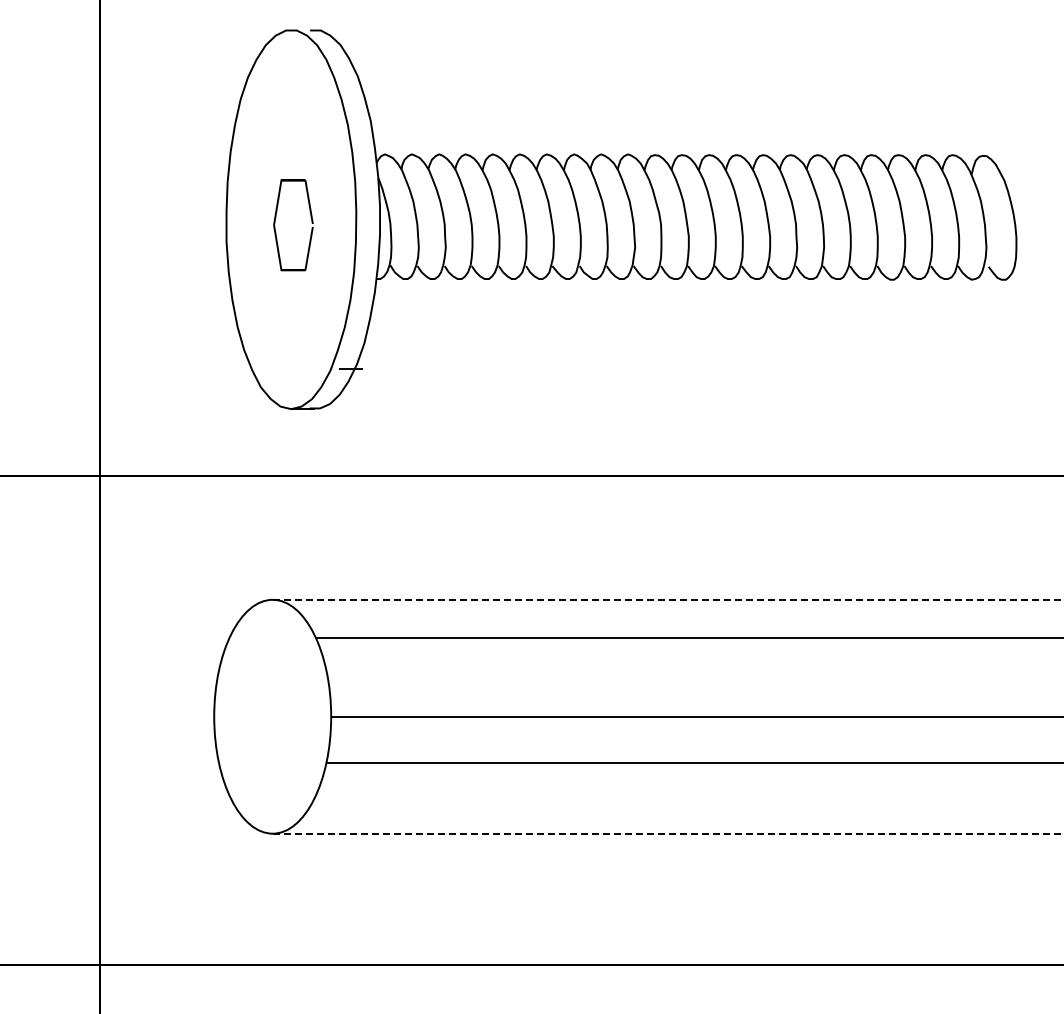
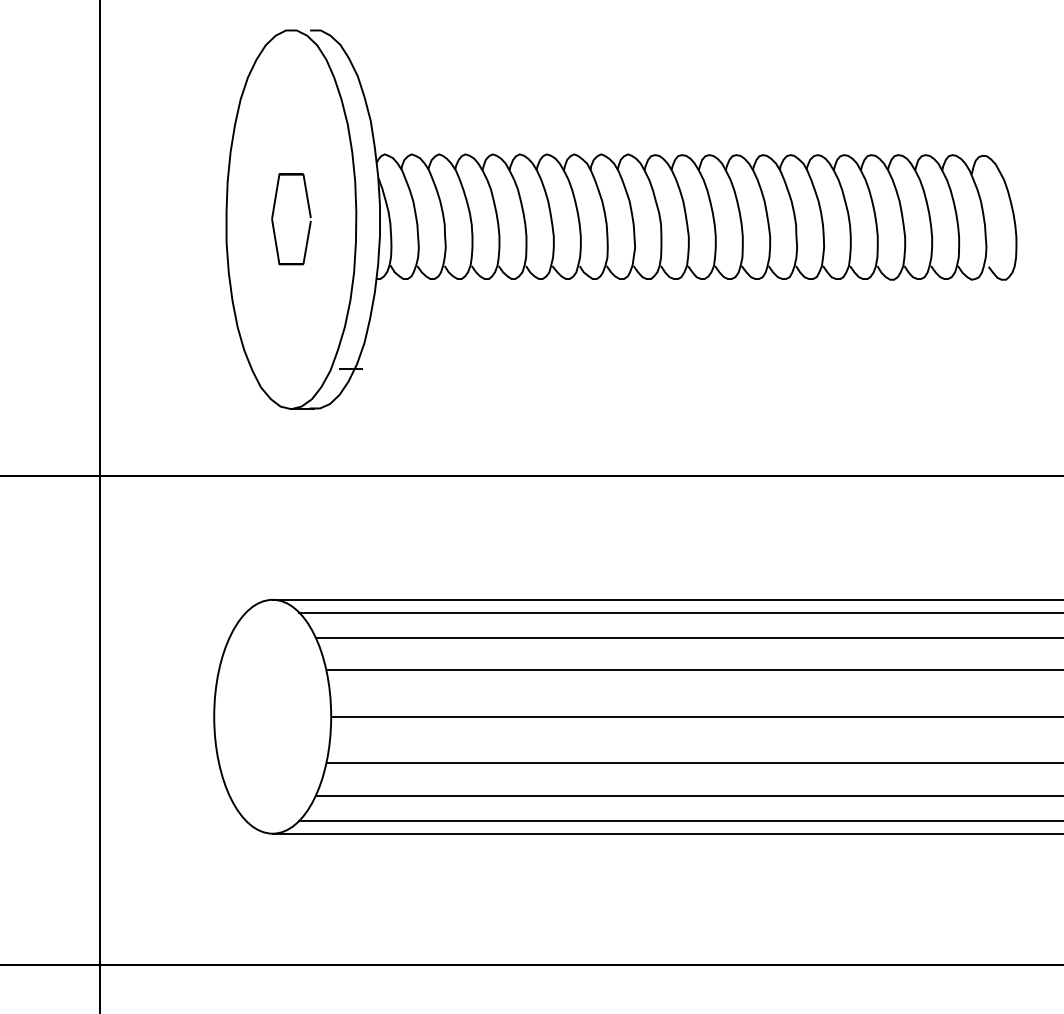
part at (275, 224) position: (275, 224) -> (273, 218)
line at (668, 599): dashed -> solid
line at (679, 612): none -> present
line at (693, 670): none -> present
line at (688, 795): none -> present
line at (679, 820): none -> present
line at (668, 833): dashed -> solid
